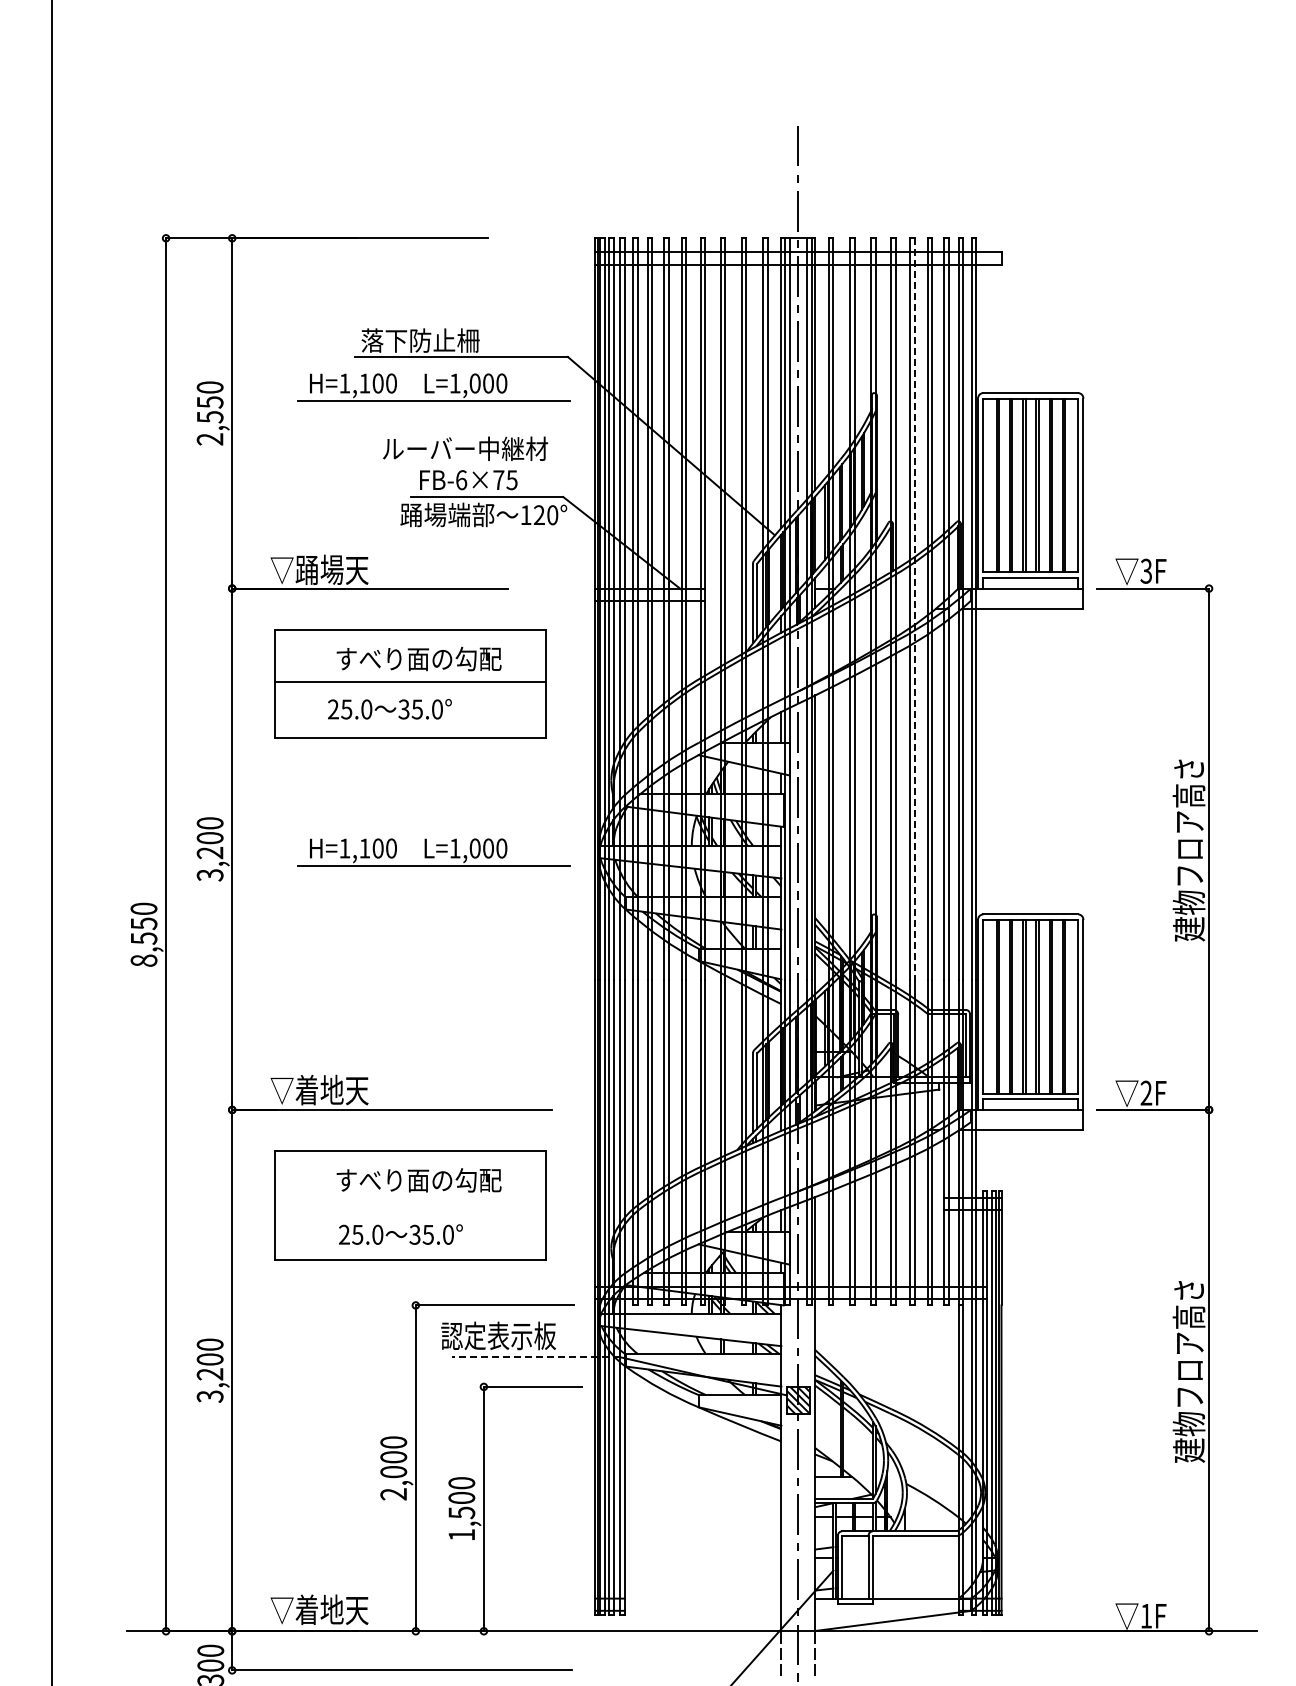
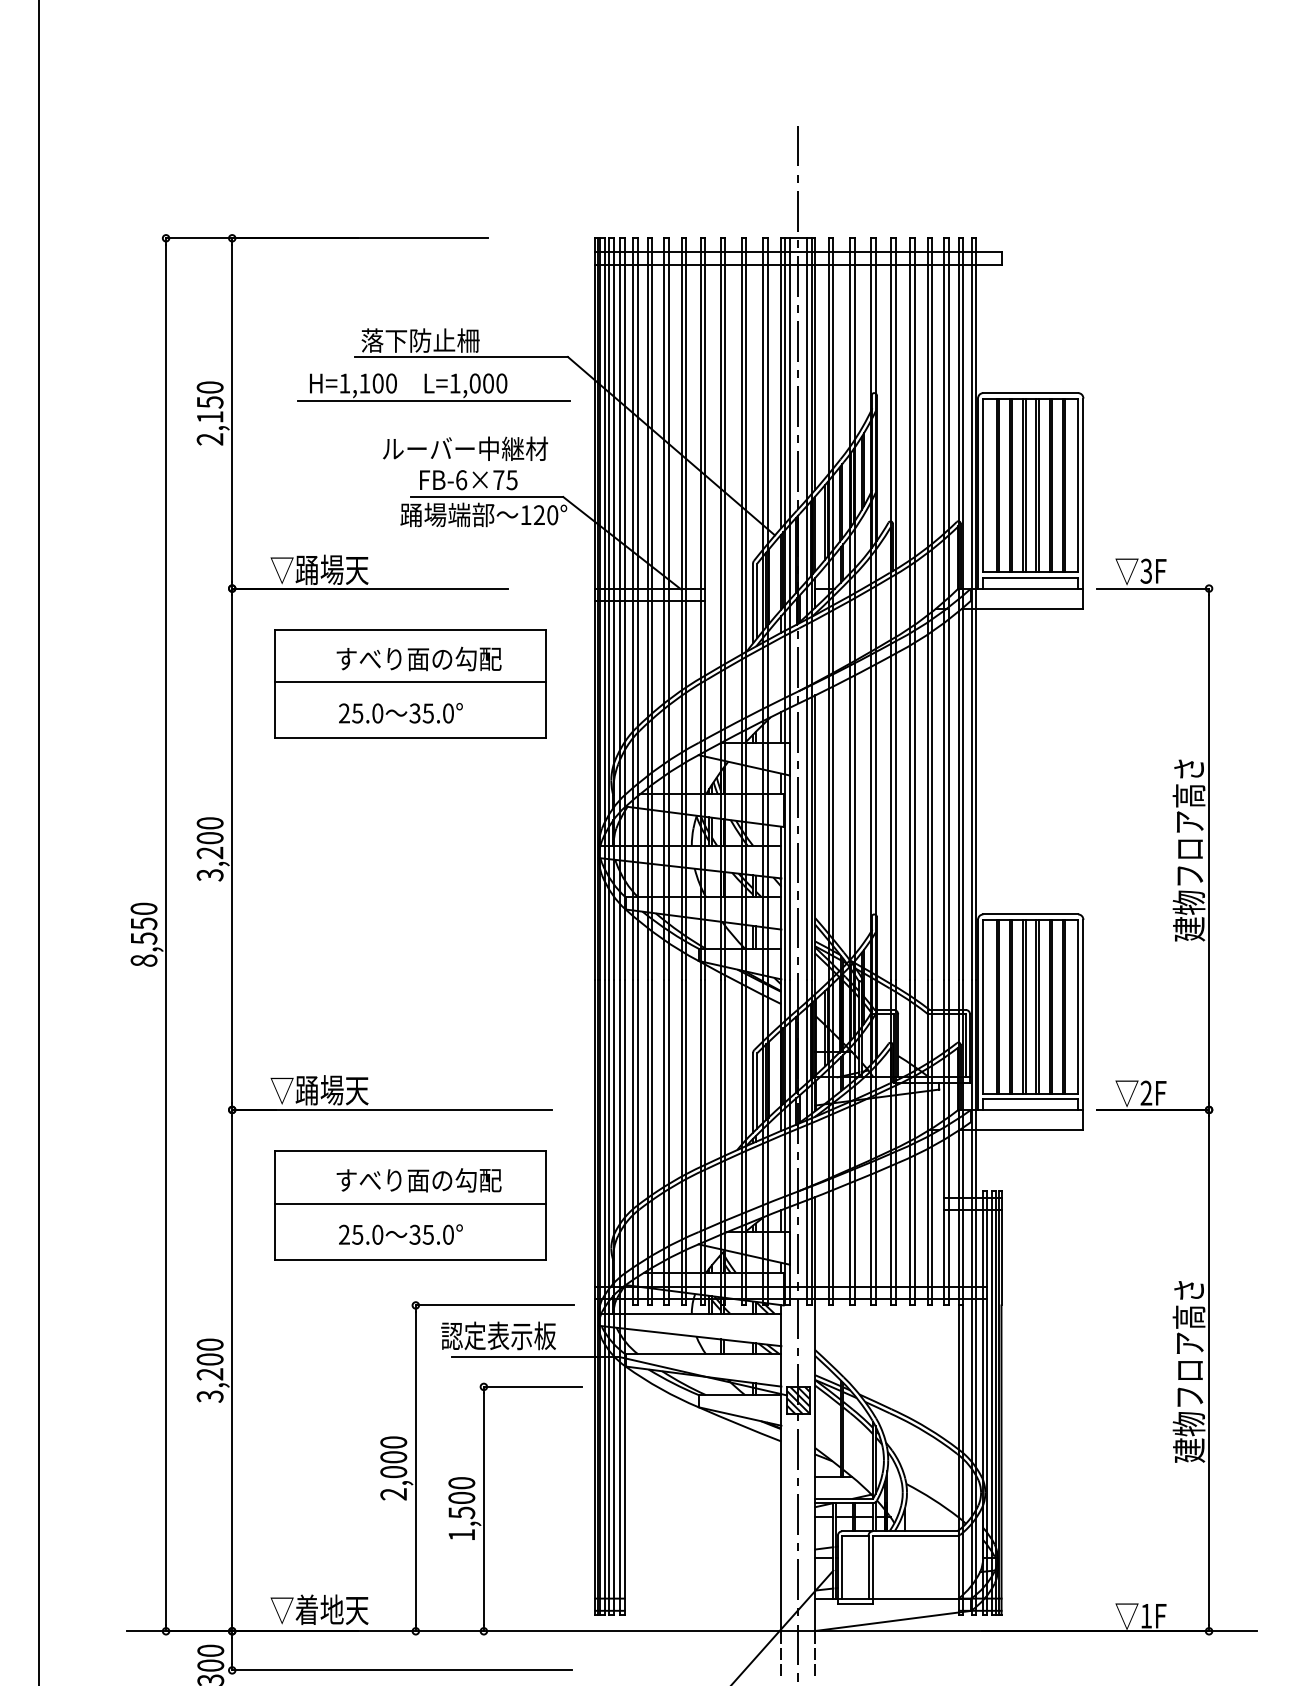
text at (210, 417): 2,550 -> 2,150
line at (914, 608): dashed -> solid
text at (389, 709) position: (389, 709) -> (400, 713)
line at (51, 842) position: (51, 842) -> (38, 842)
part at (433, 852): present -> none
text at (319, 1089): ▽着地天 -> ▽踊場天
line at (409, 1203): none -> present
line at (536, 1357): dashed -> solid
